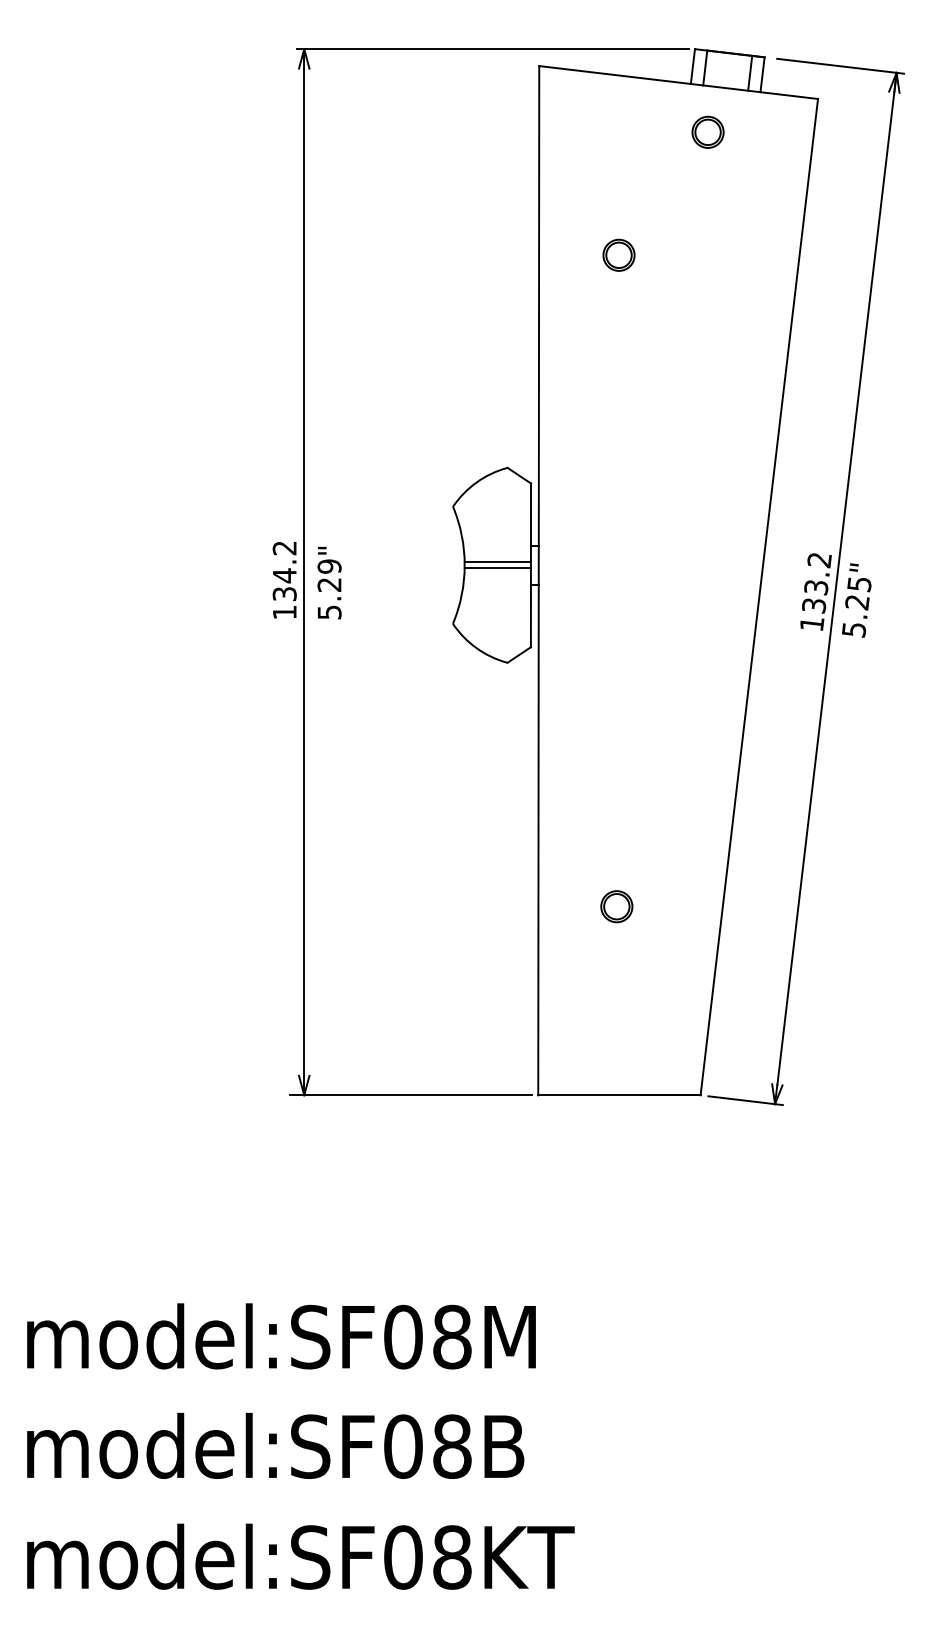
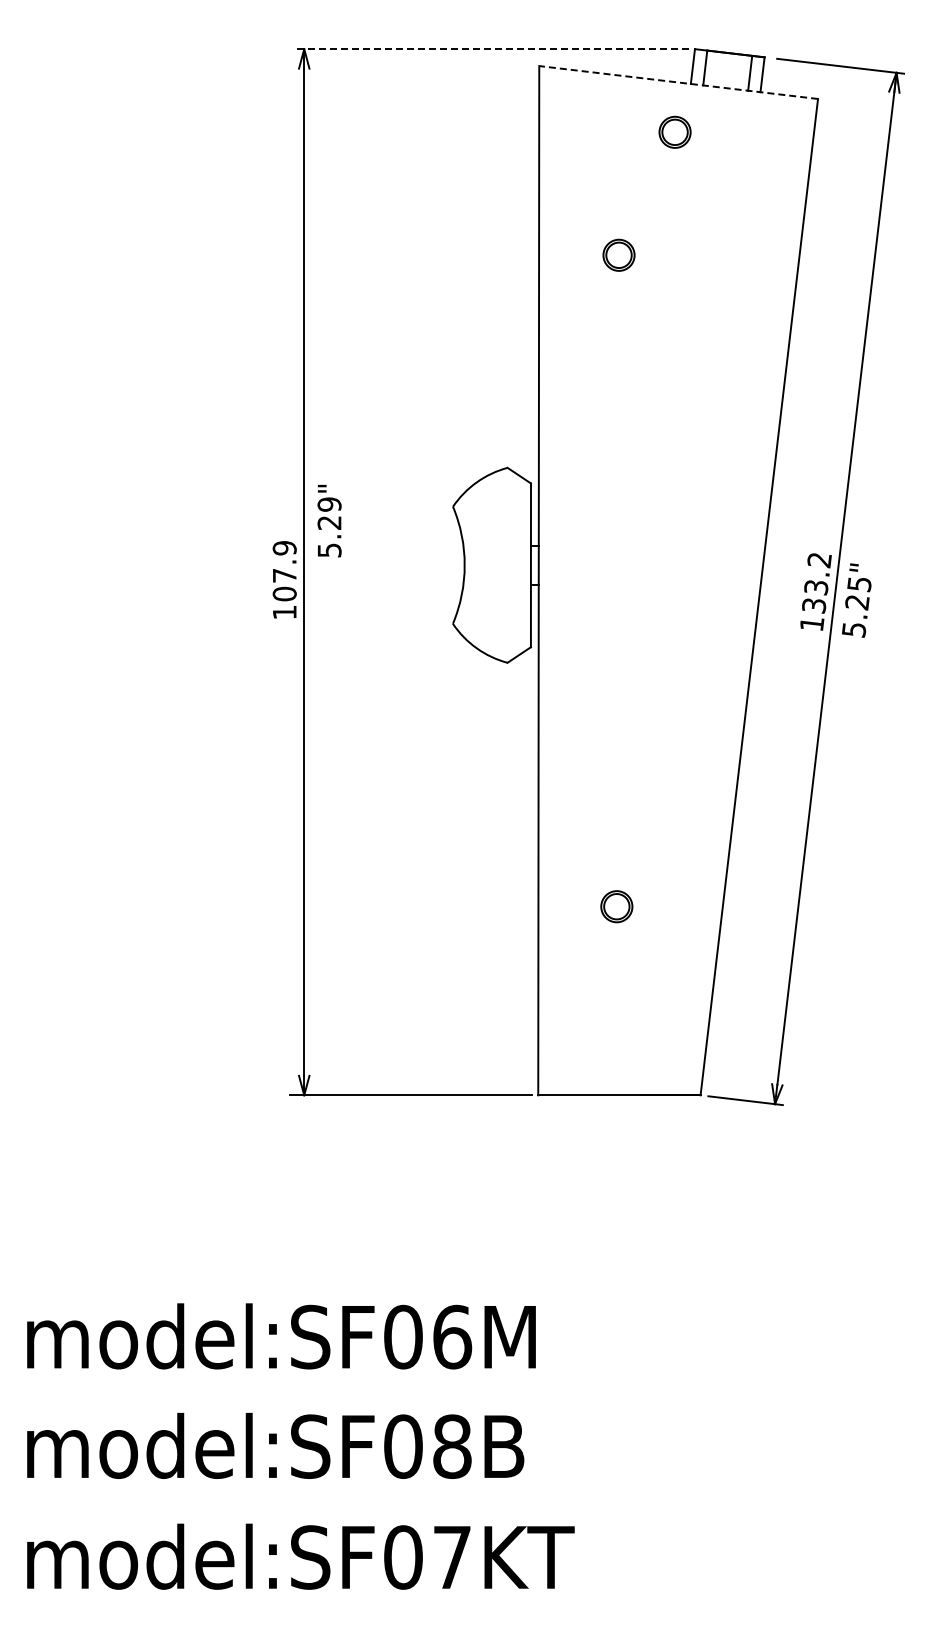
line at (493, 49): solid -> dashed
line at (678, 82): solid -> dashed
part at (707, 131) position: (707, 131) -> (674, 131)
line at (497, 562): present -> none
line at (497, 568): present -> none
text at (284, 571): 134.2 -> 107.9
text at (329, 583) position: (329, 583) -> (329, 521)
text at (452, 1336): model:SF08M -> model:SF06M
text at (452, 1557): model:SF08KT -> model:SF07KT
